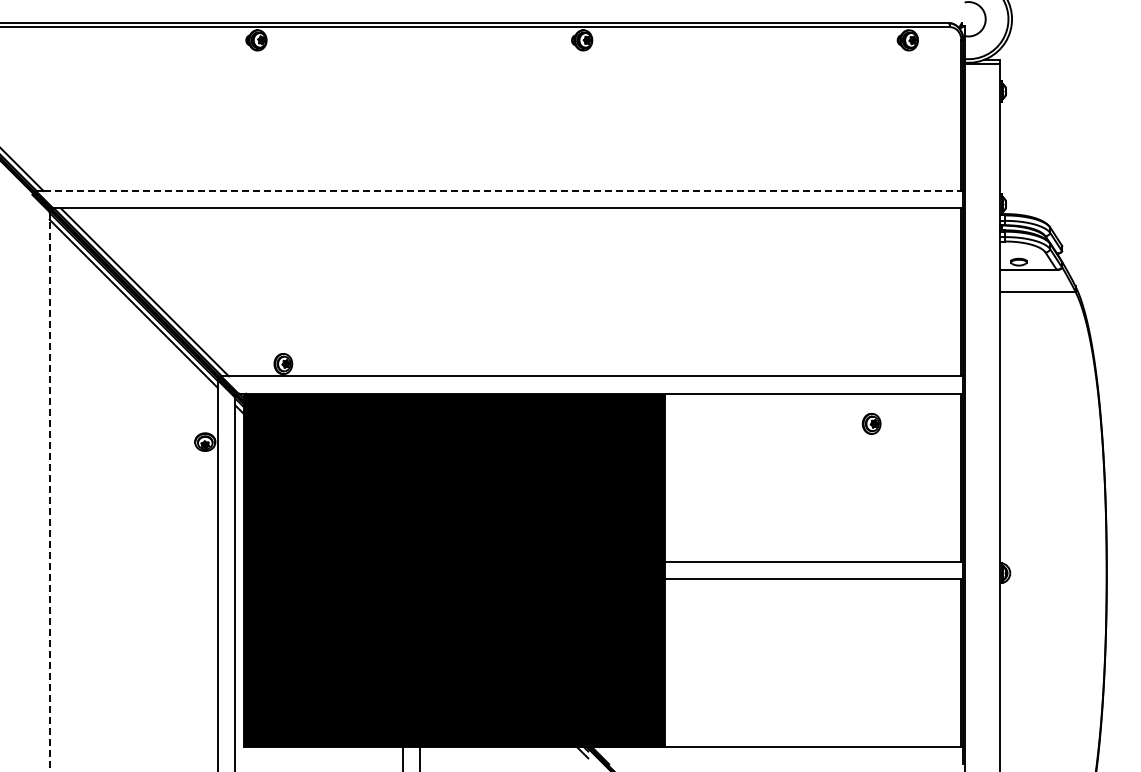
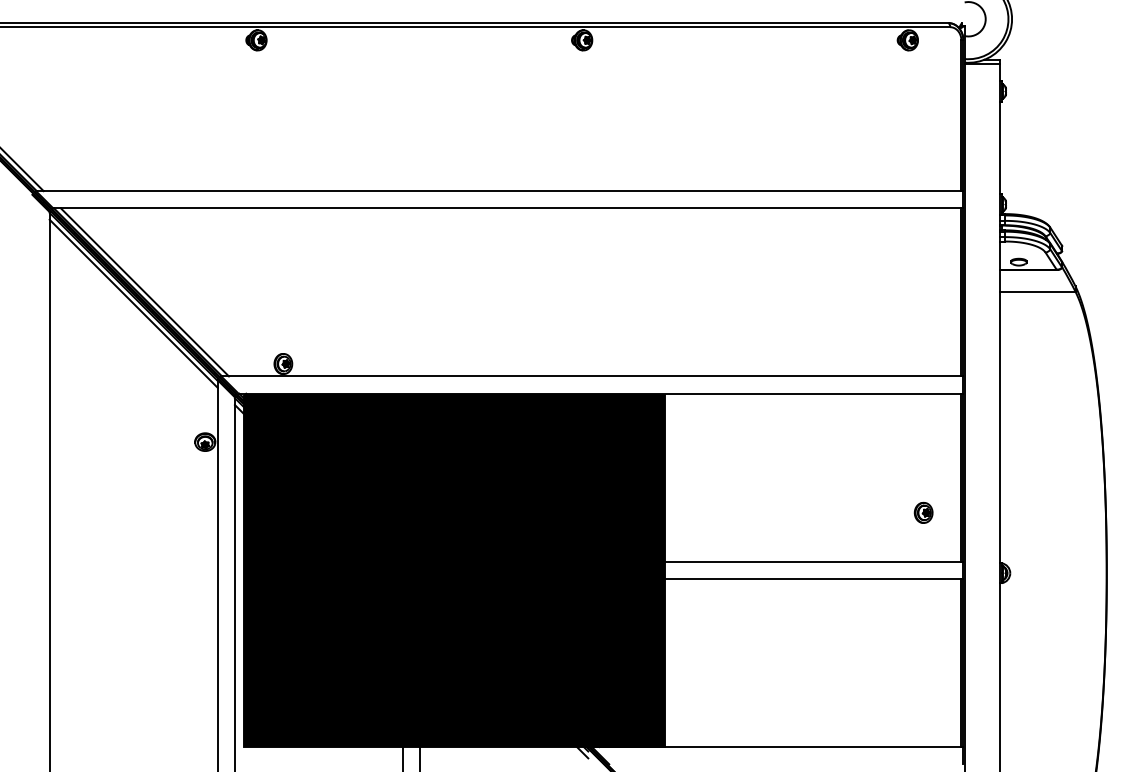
line at (502, 191): dashed -> solid
part at (871, 423) position: (871, 423) -> (923, 512)
line at (49, 495): dashed -> solid
